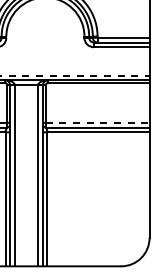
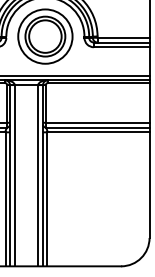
part at (45, 36): none -> present
line at (75, 75): dashed -> solid
line at (97, 122): dashed -> solid
